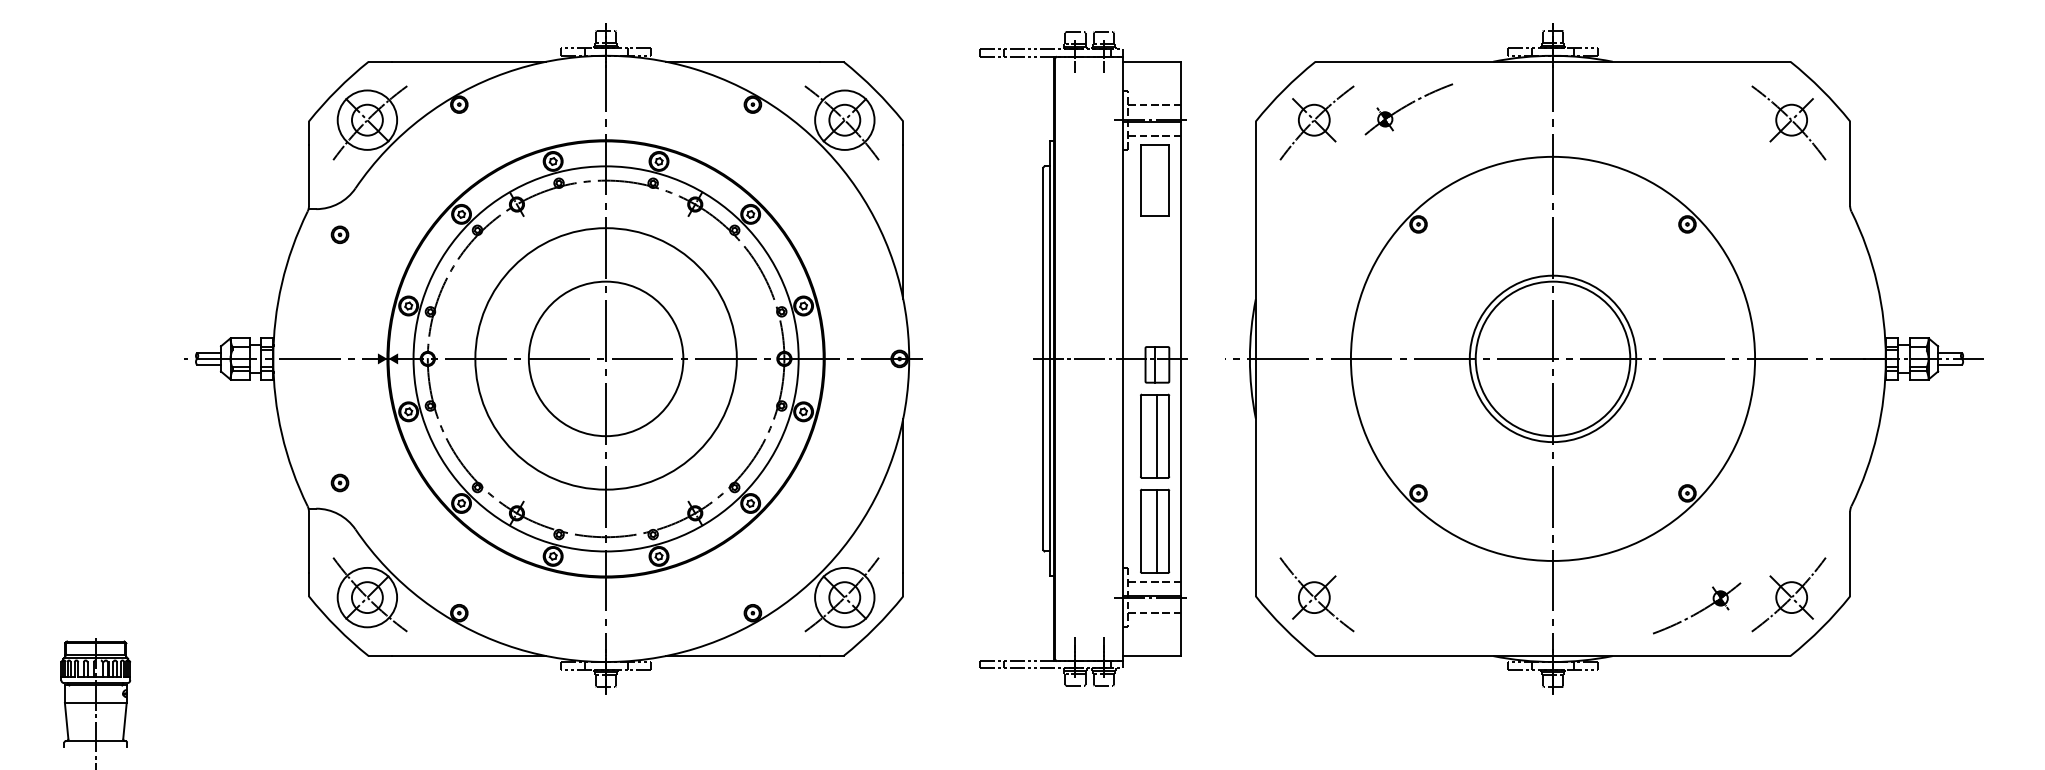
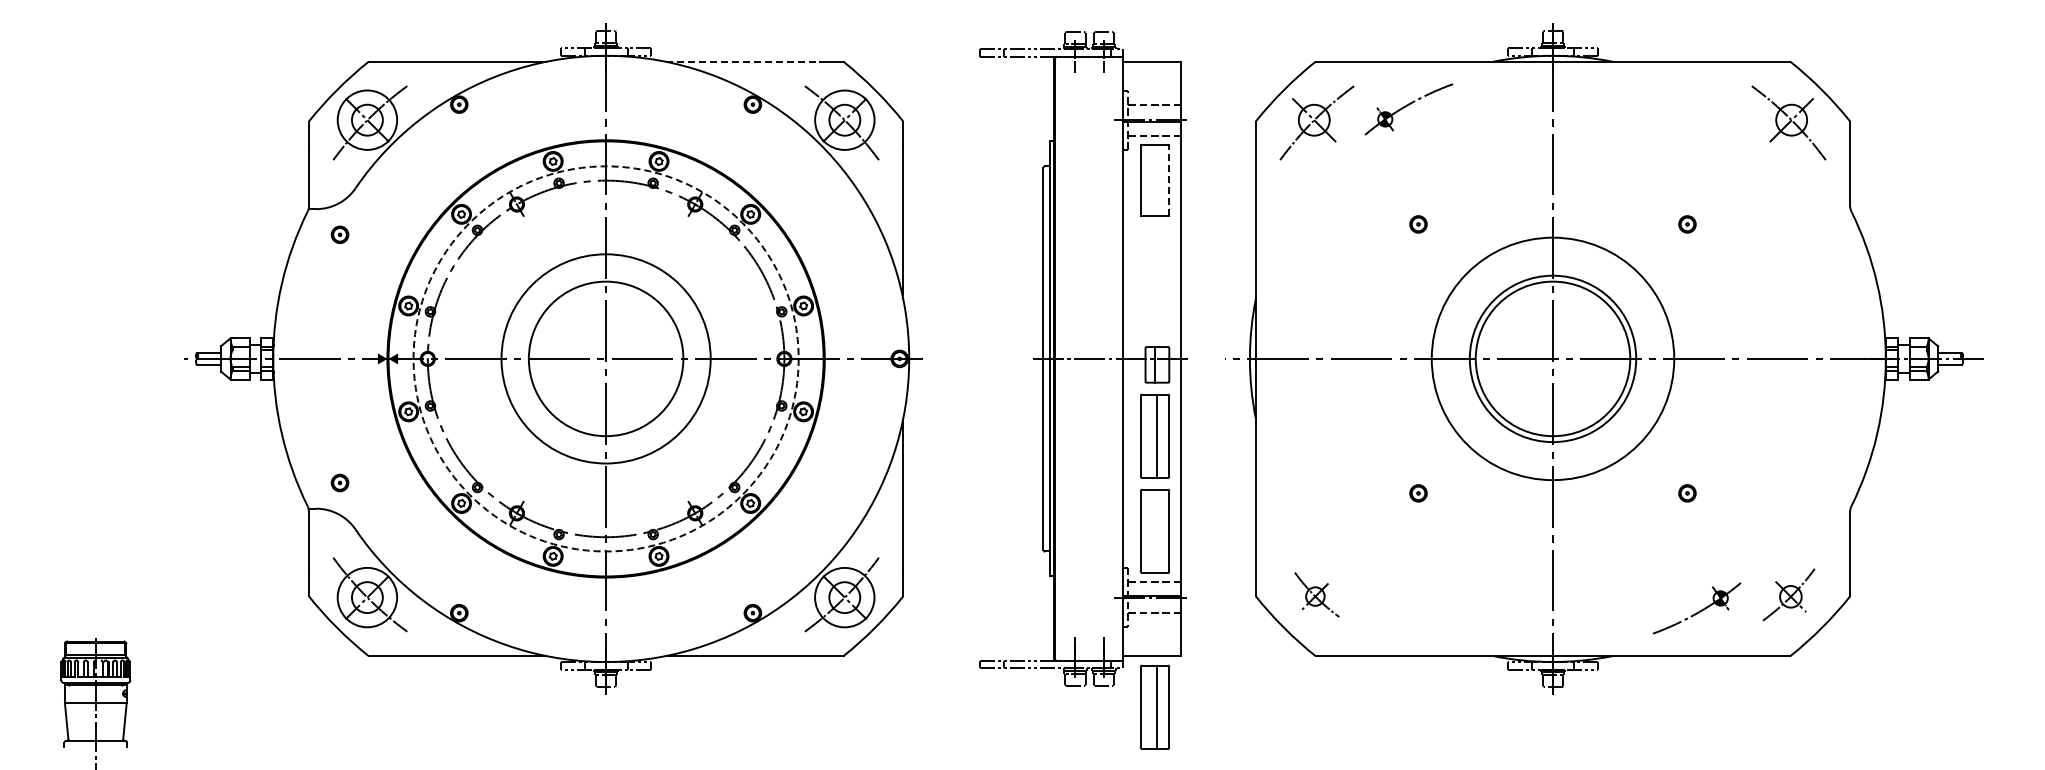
line at (743, 61): solid -> dashed
line at (1169, 180): solid -> dashed
circle at (605, 358) diameter: 261 px -> 209 px
circle at (605, 358): solid -> dashed
circle at (1552, 358) diameter: 404 px -> 242 px
line at (1157, 530): present -> none
part at (1316, 594) size: 76x76 px -> 46x46 px
part at (1788, 594) size: 76x76 px -> 54x54 px
part at (1155, 706): none -> present
